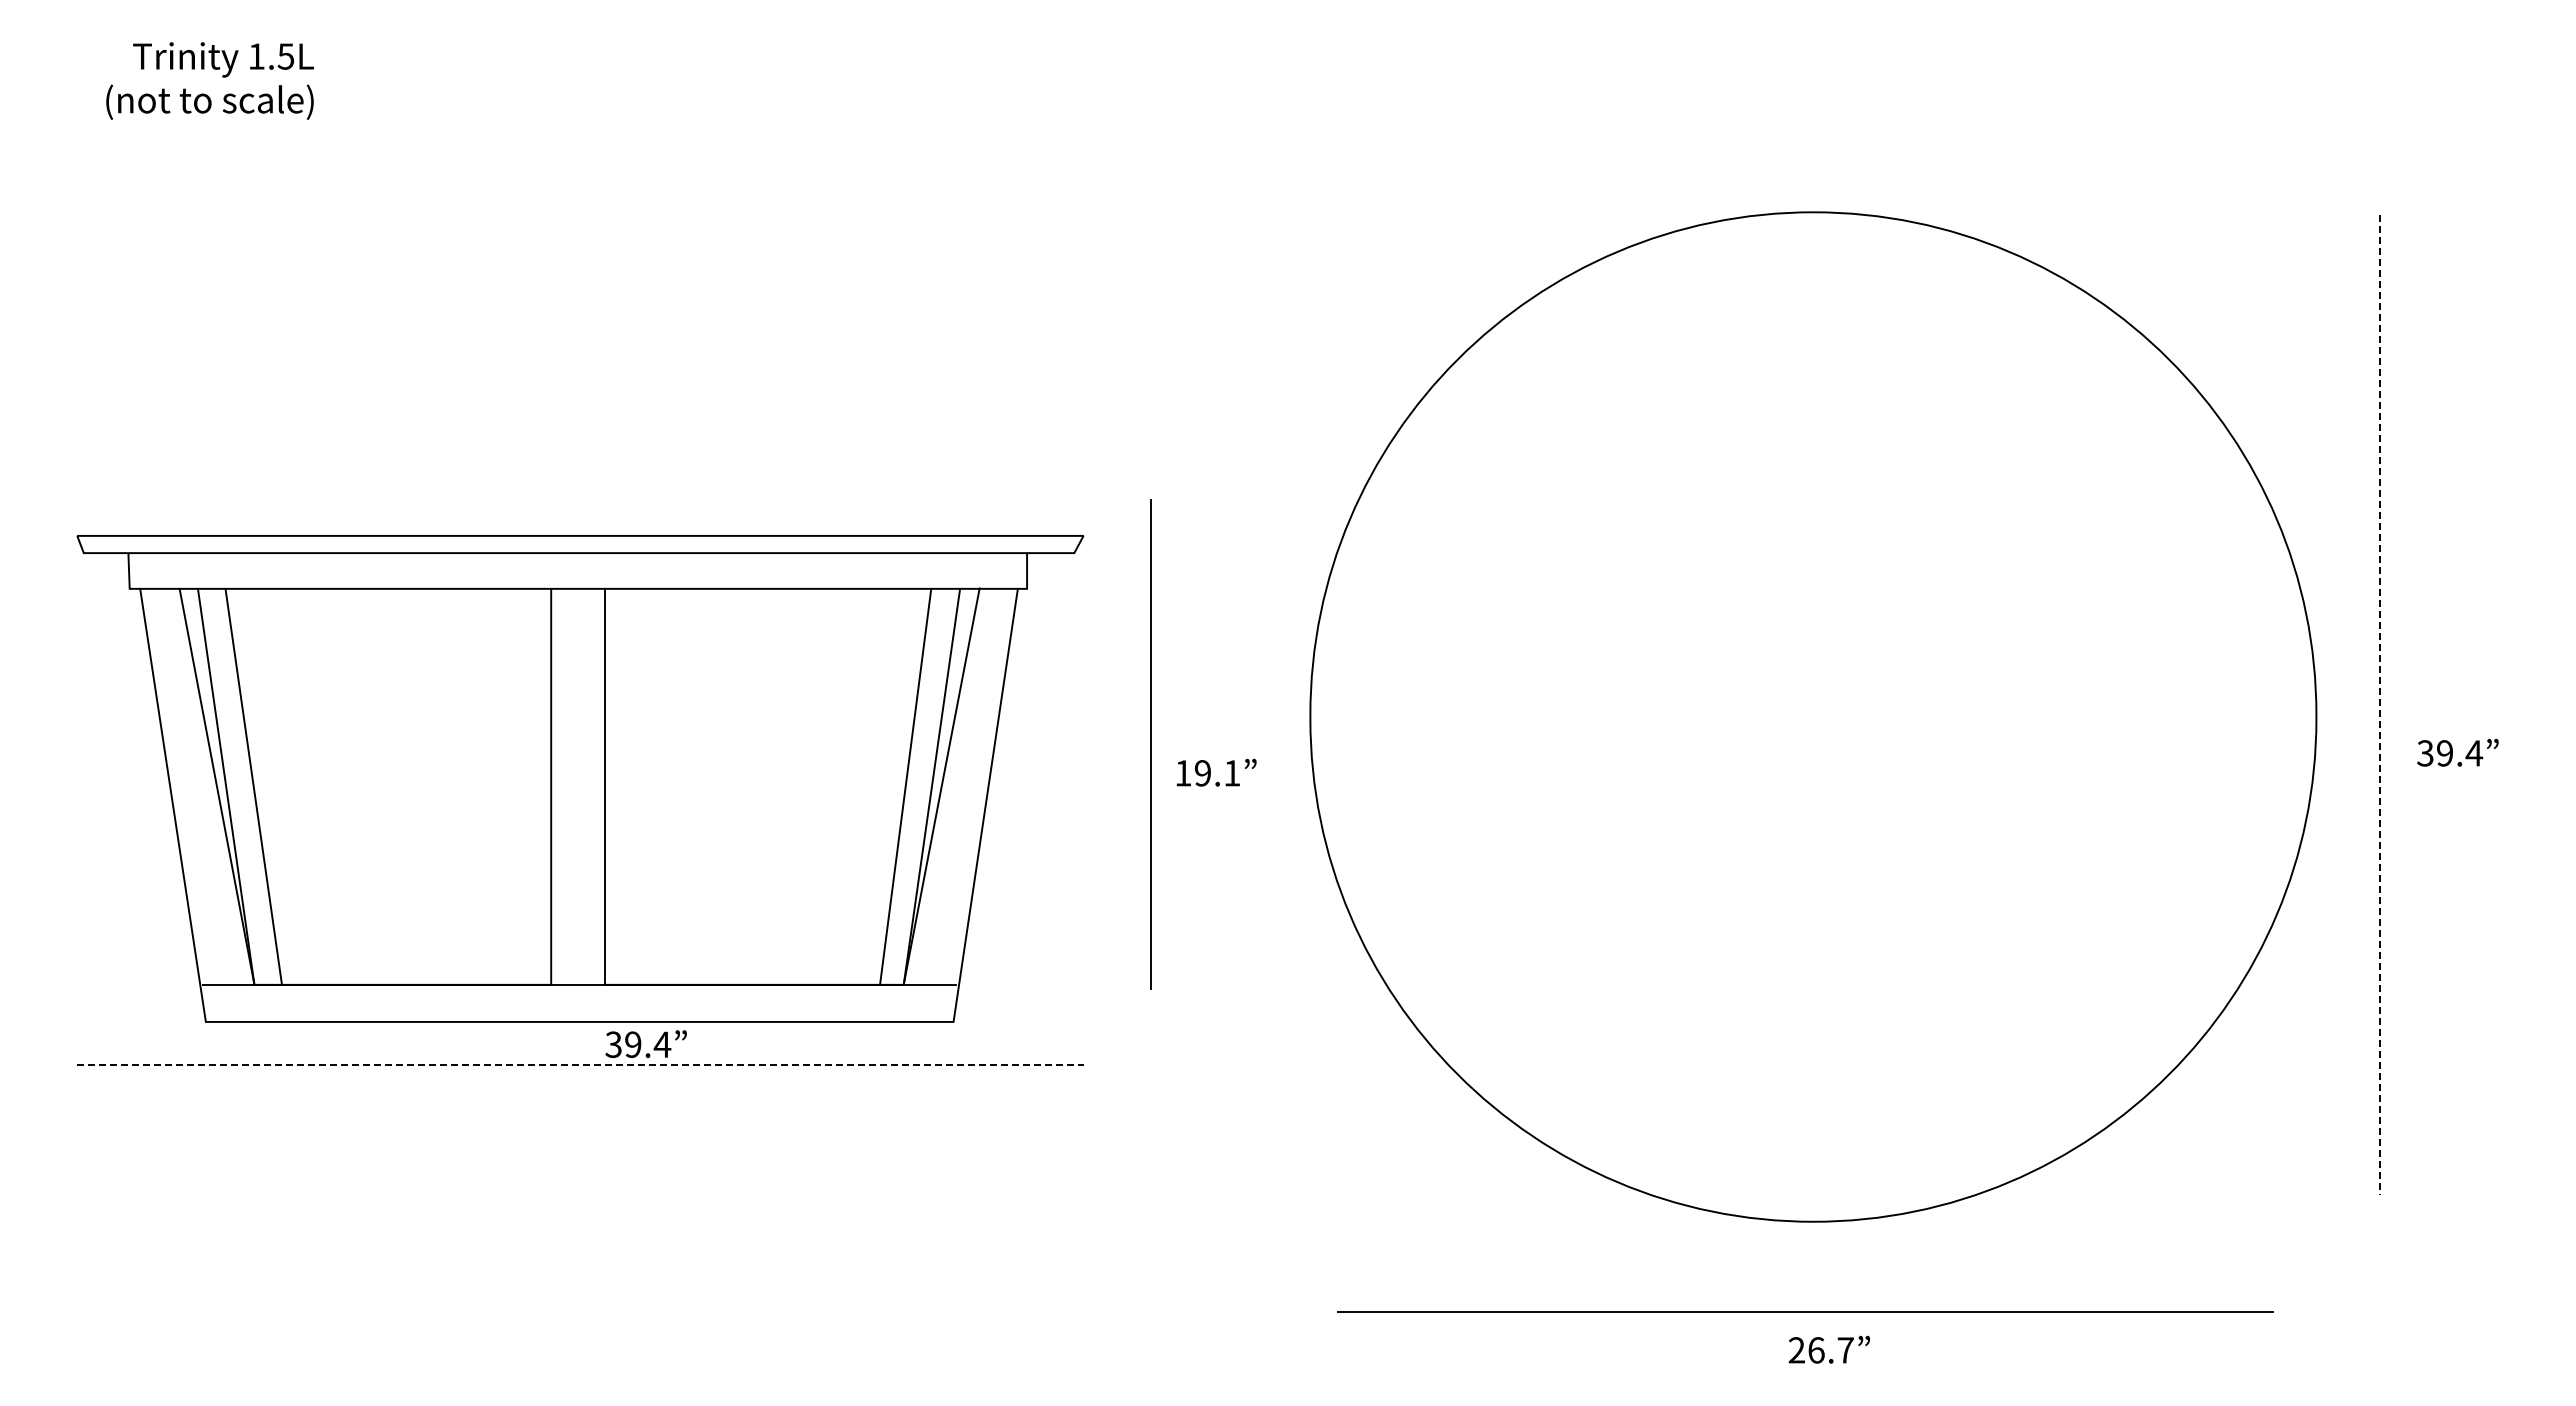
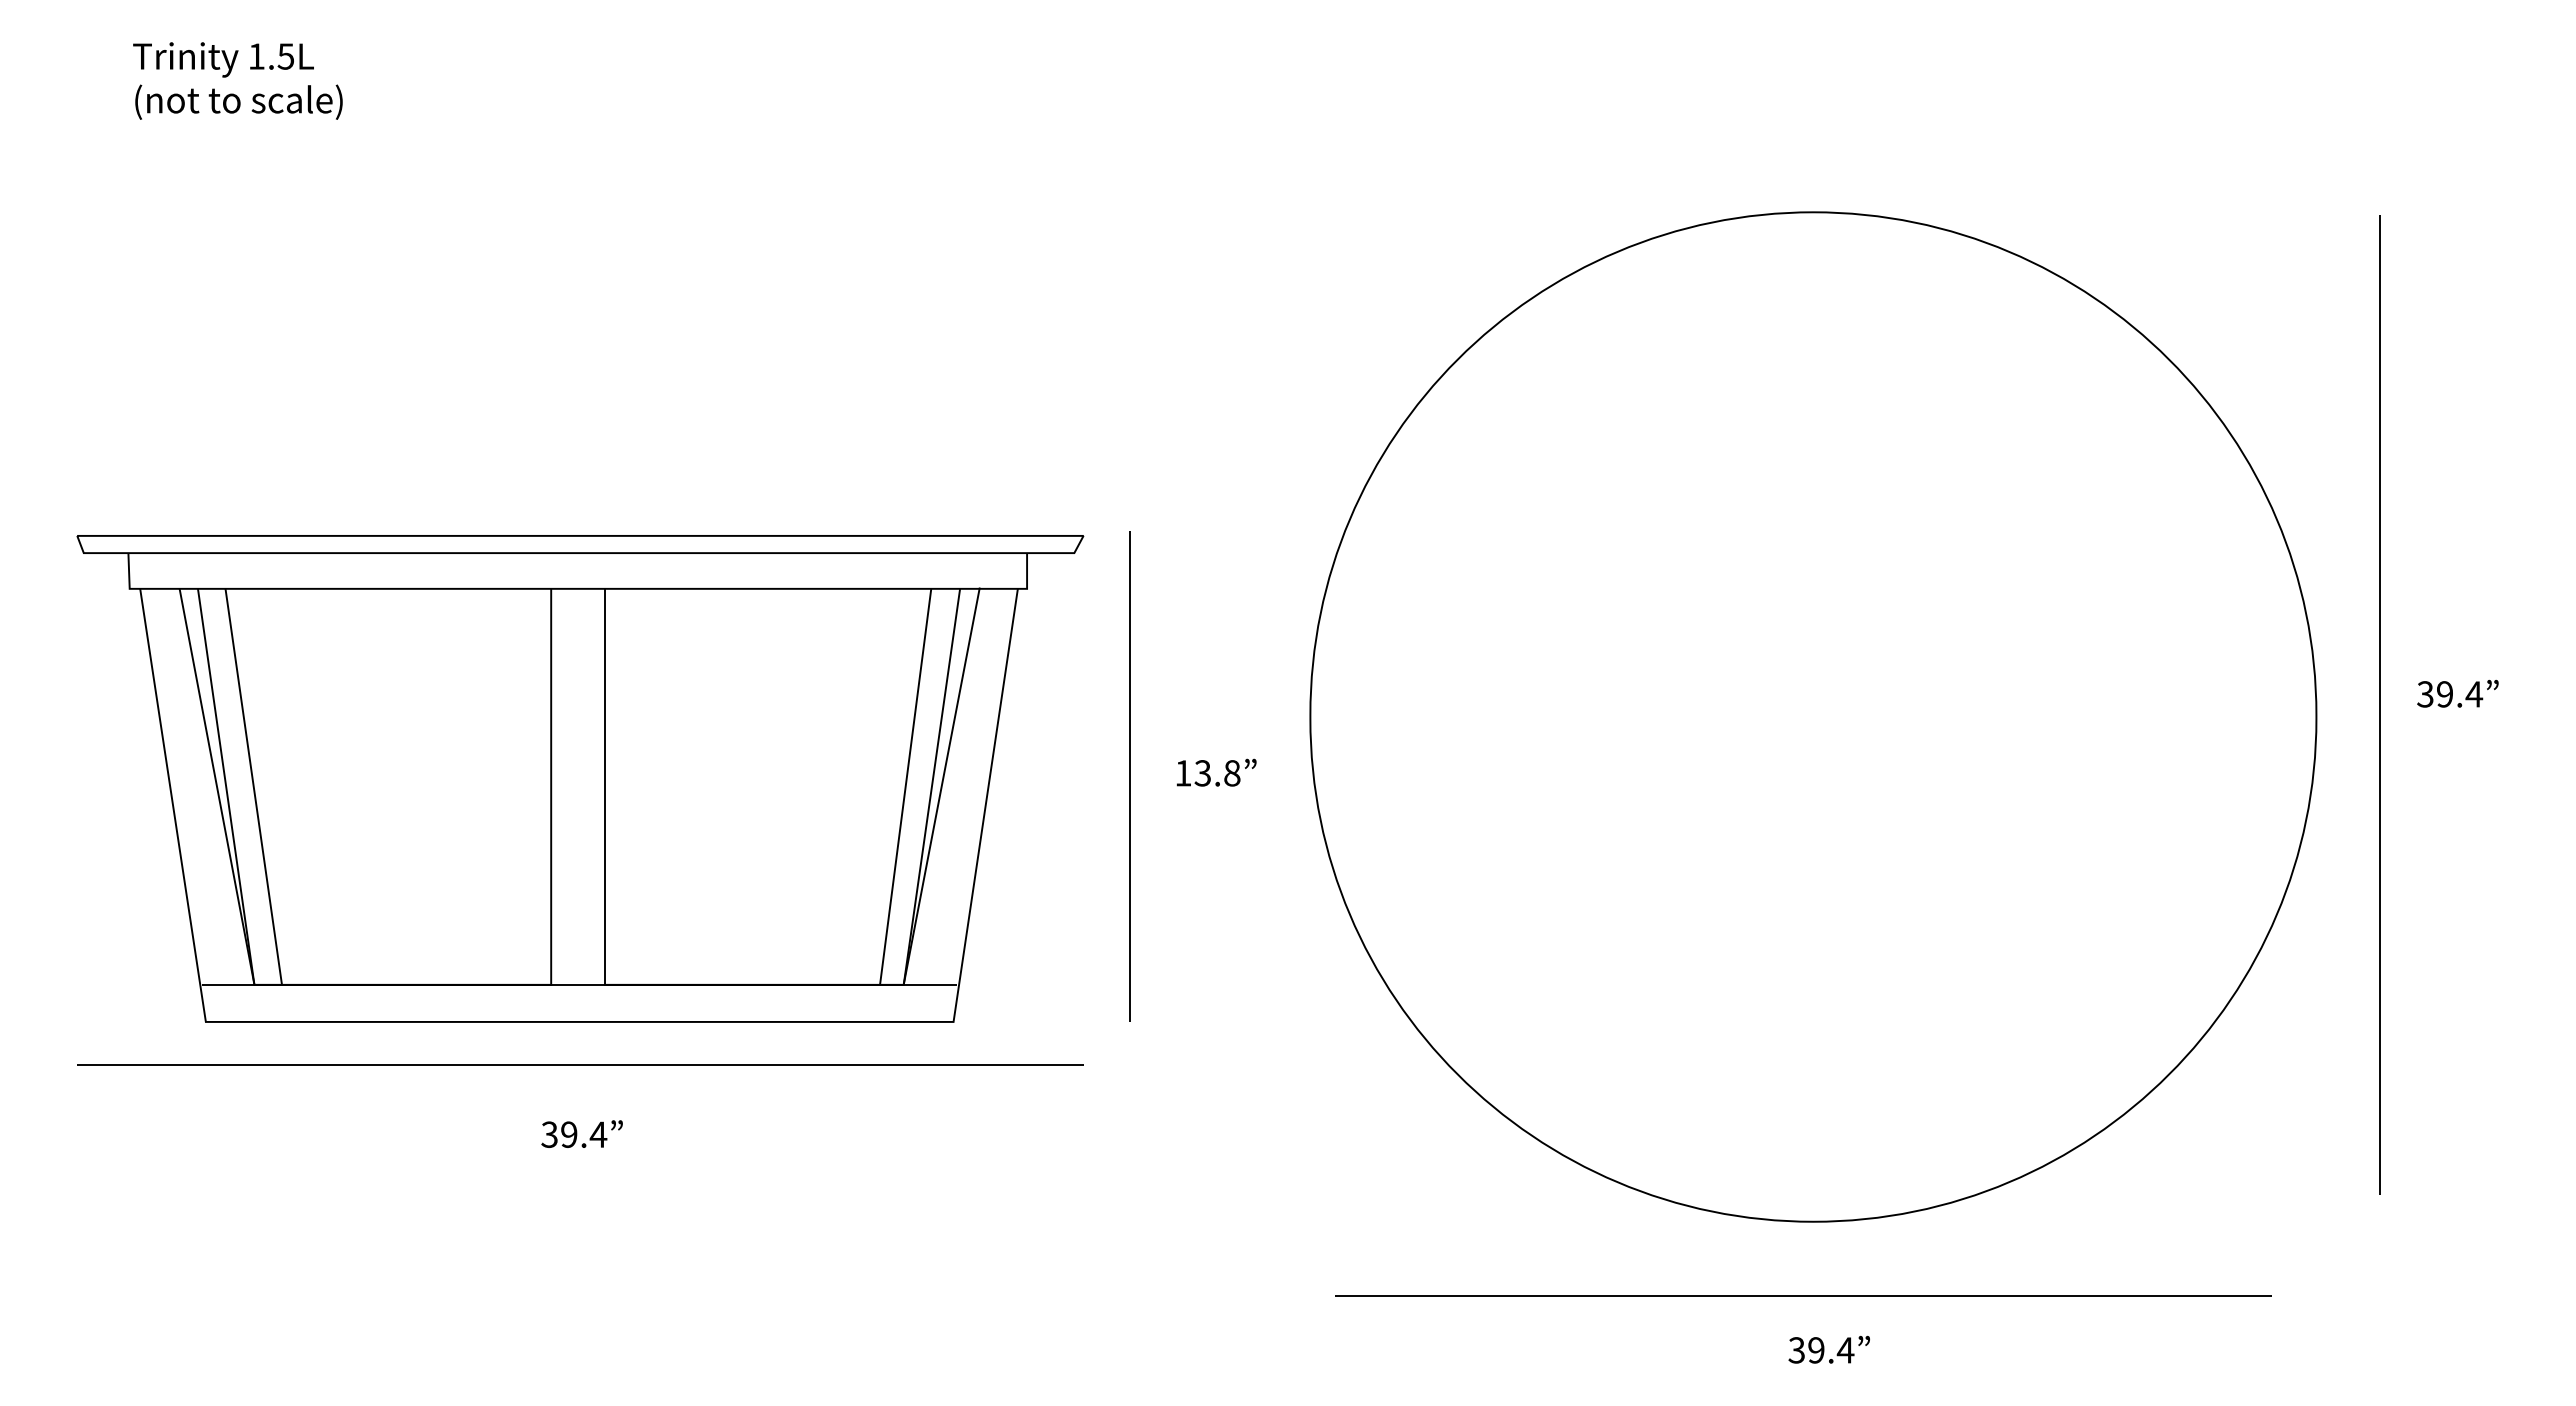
text at (209, 101) position: (209, 101) -> (238, 101)
line at (2379, 705): dashed -> solid
line at (1150, 744) position: (1150, 744) -> (1129, 776)
text at (2457, 752) position: (2457, 752) -> (2457, 693)
text at (1217, 773): 19.1 -> 13.8
text at (645, 1043) position: (645, 1043) -> (581, 1133)
line at (580, 1064): dashed -> solid
line at (1805, 1311) position: (1805, 1311) -> (1803, 1295)
text at (1821, 1350): 26.7 -> 39.4
